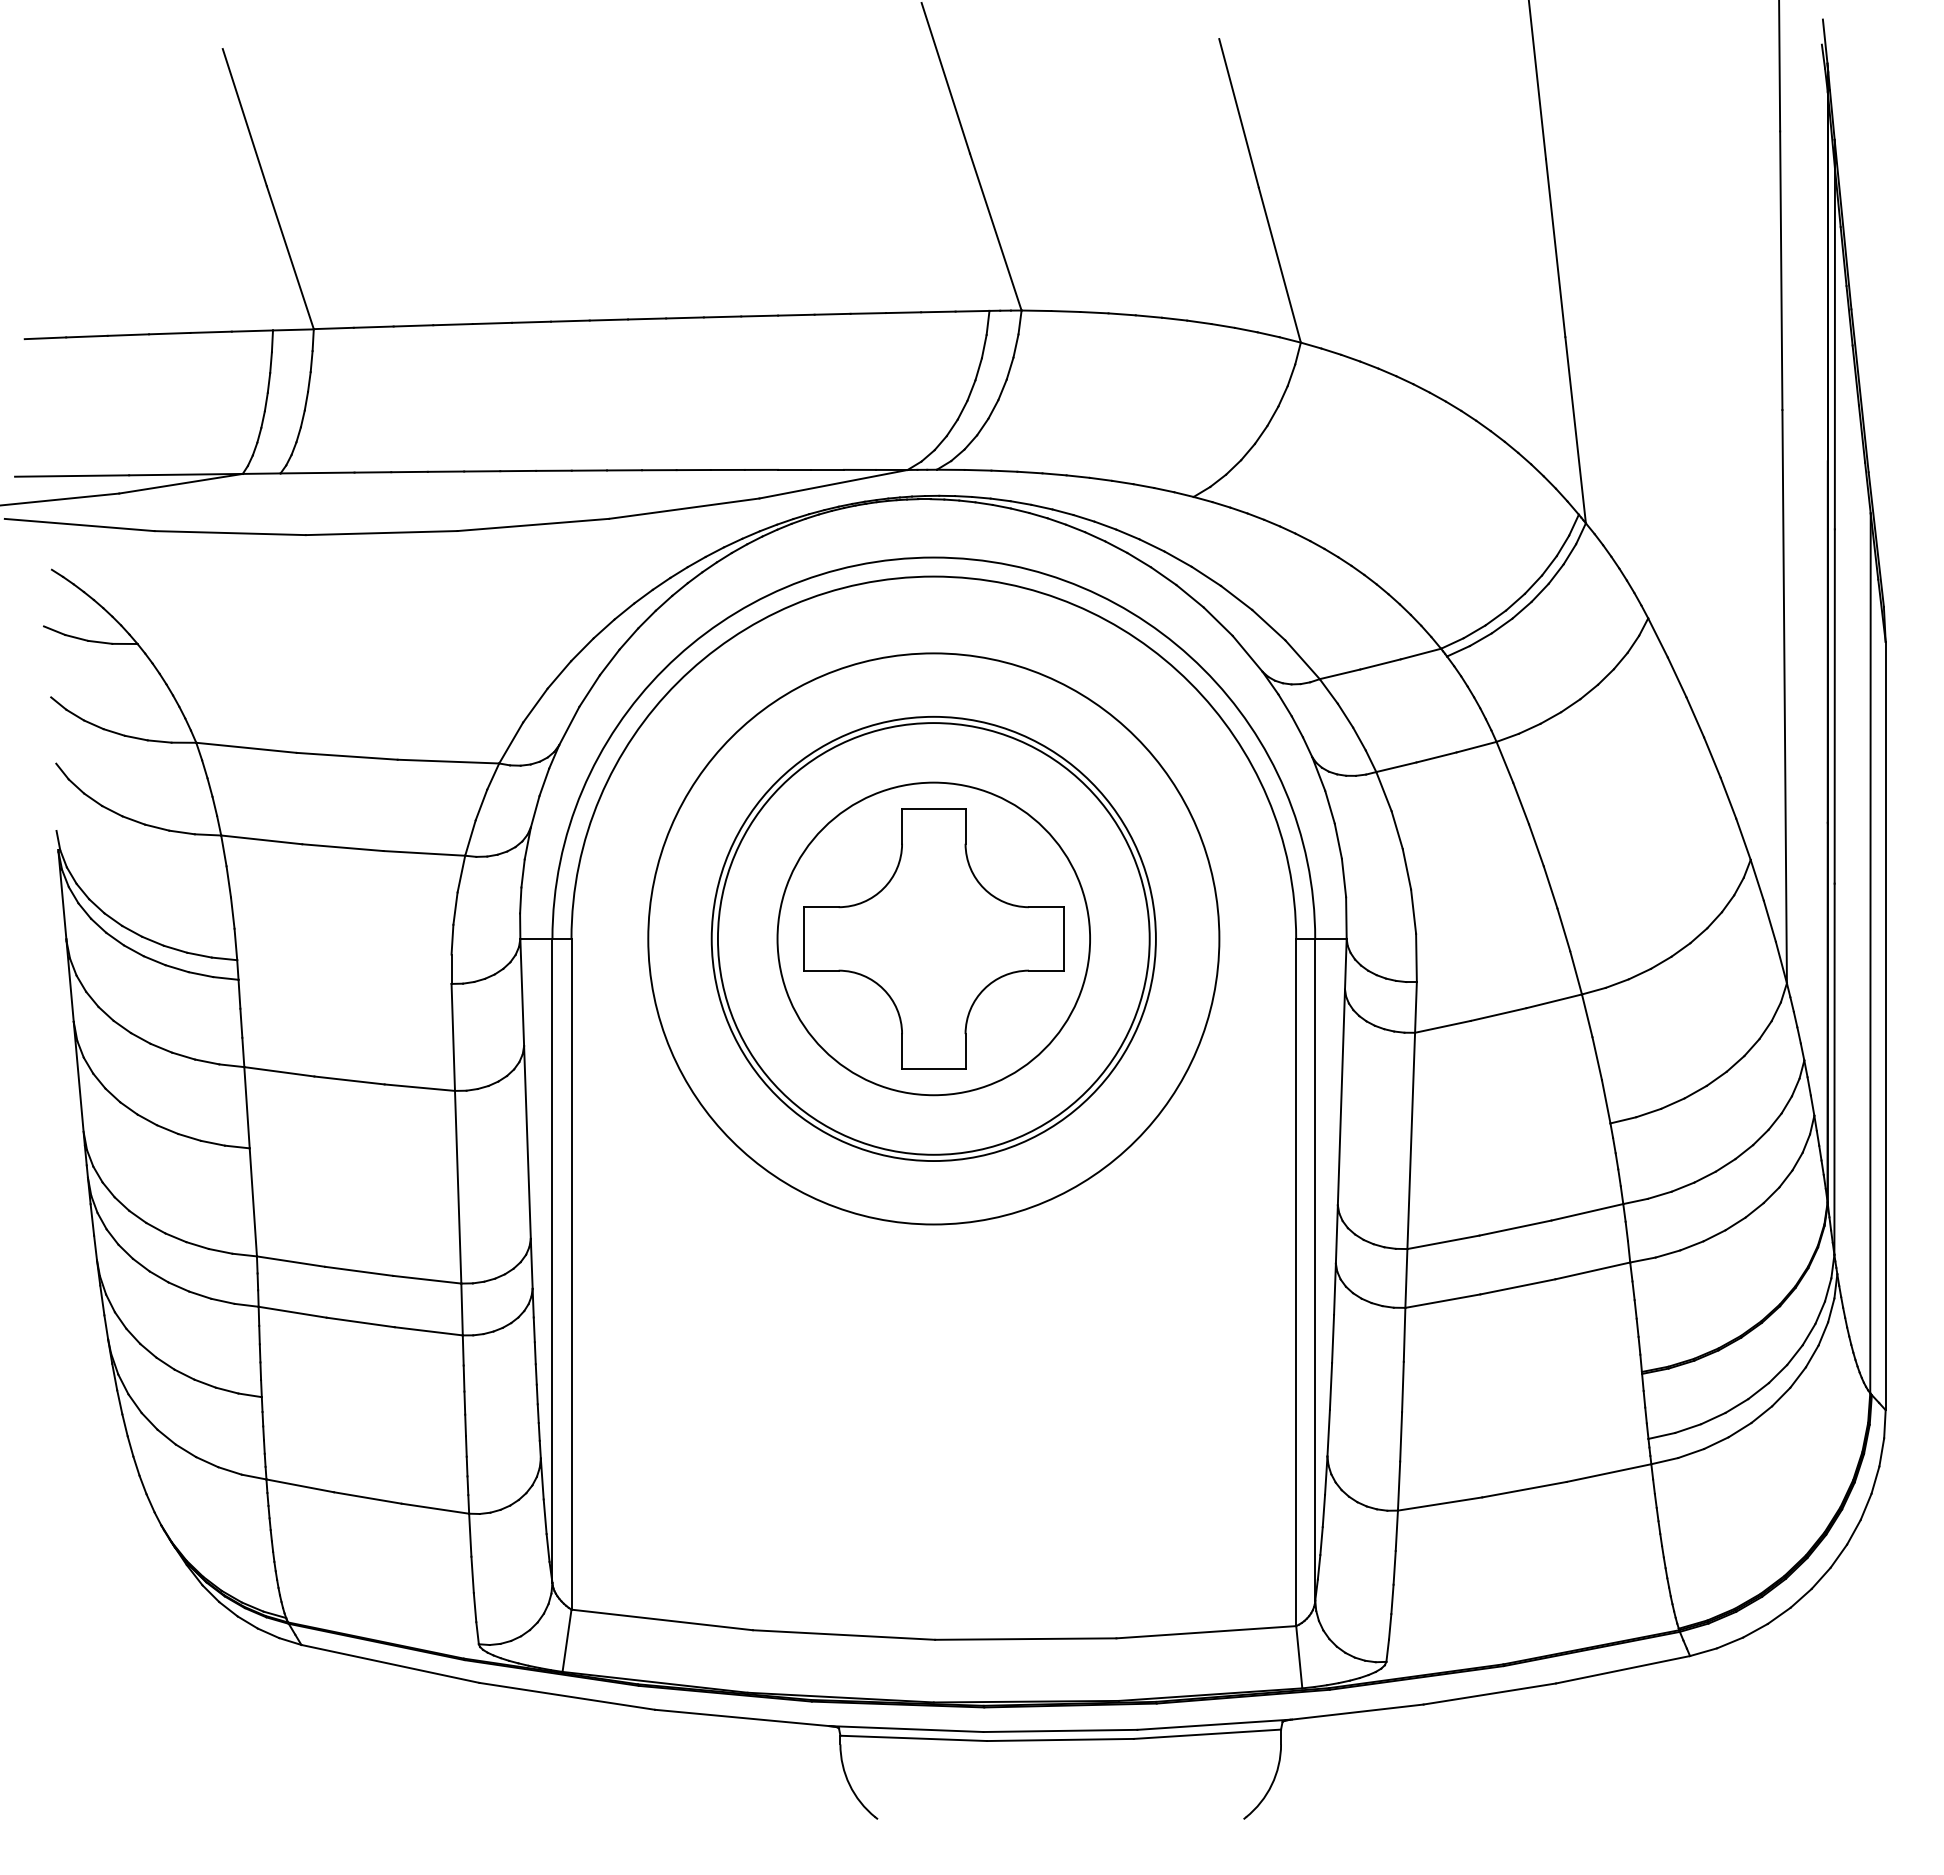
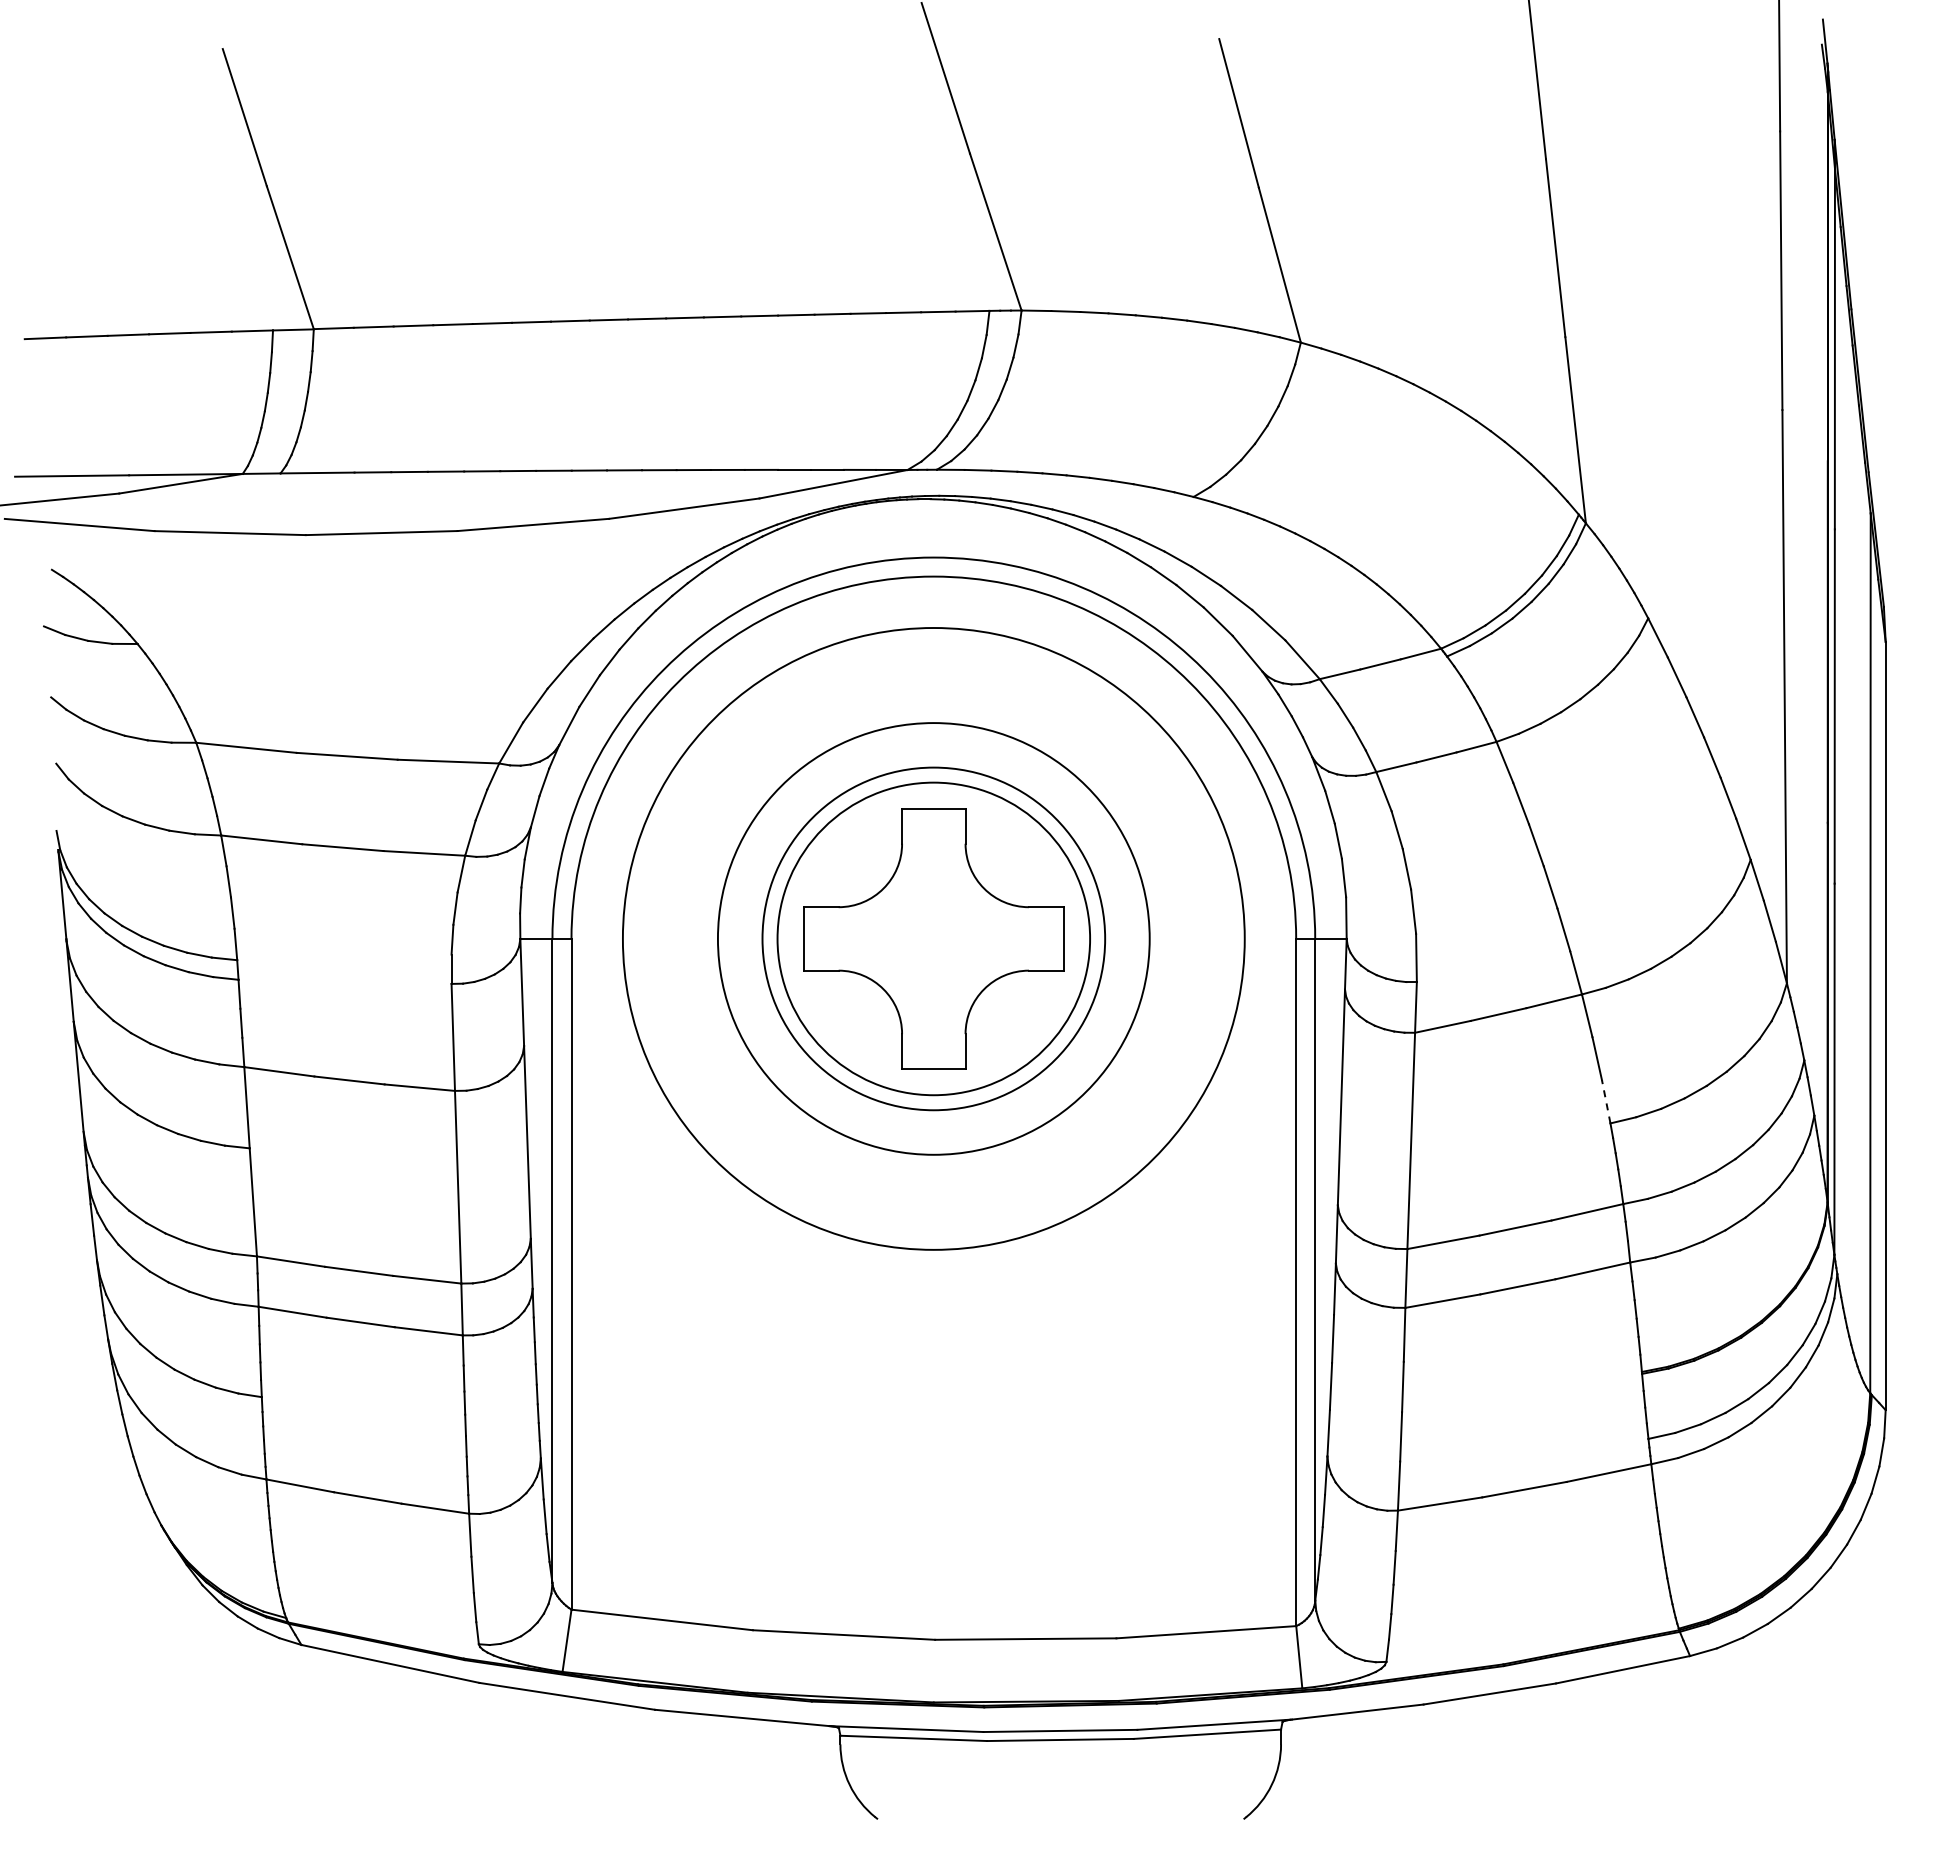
circle at (933, 938) diameter: 444 px -> 622 px
circle at (933, 938) diameter: 571 px -> 343 px
line at (1606, 1101): solid -> dashed
